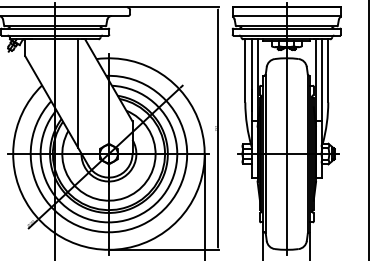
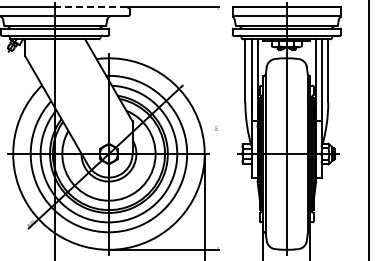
line at (90, 7): solid -> dashed
line at (78, 93): present -> none
line at (218, 128): present -> none
